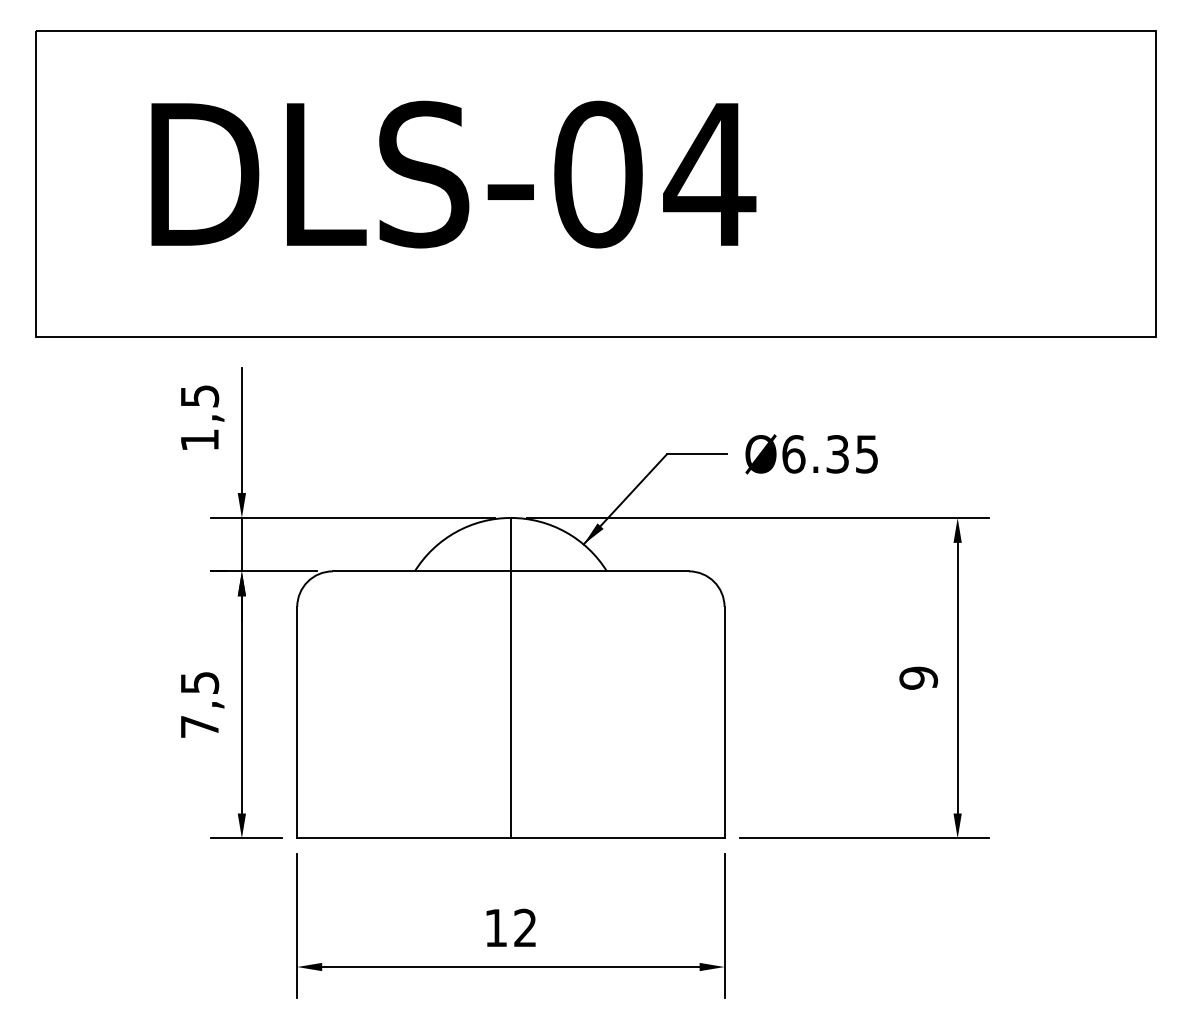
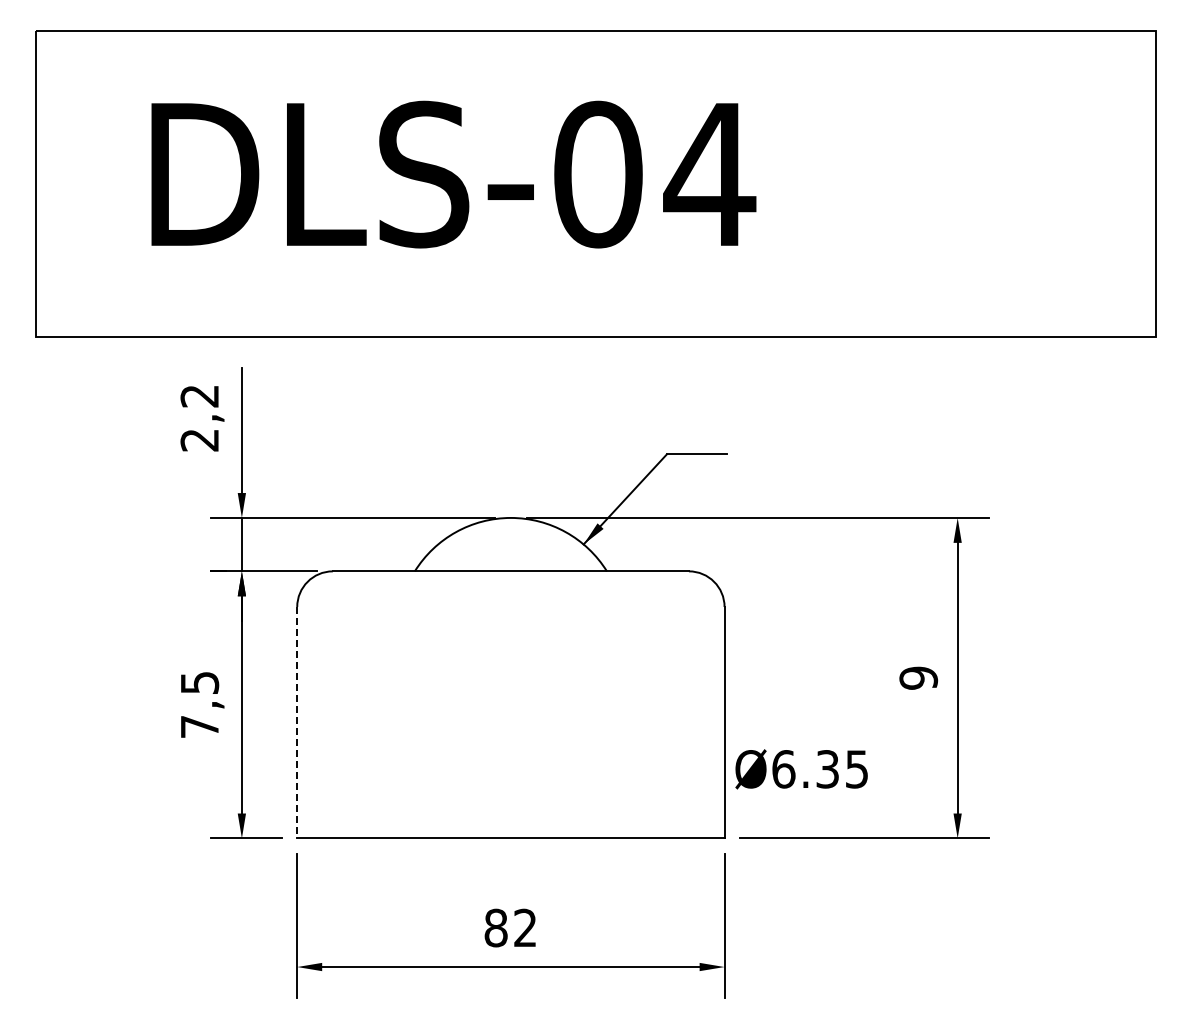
text at (199, 418): 1,5 -> 2,2
text at (811, 454) position: (811, 454) -> (801, 769)
line at (510, 677): present -> none
line at (297, 722): solid -> dashed
text at (495, 927): 12 -> 82
